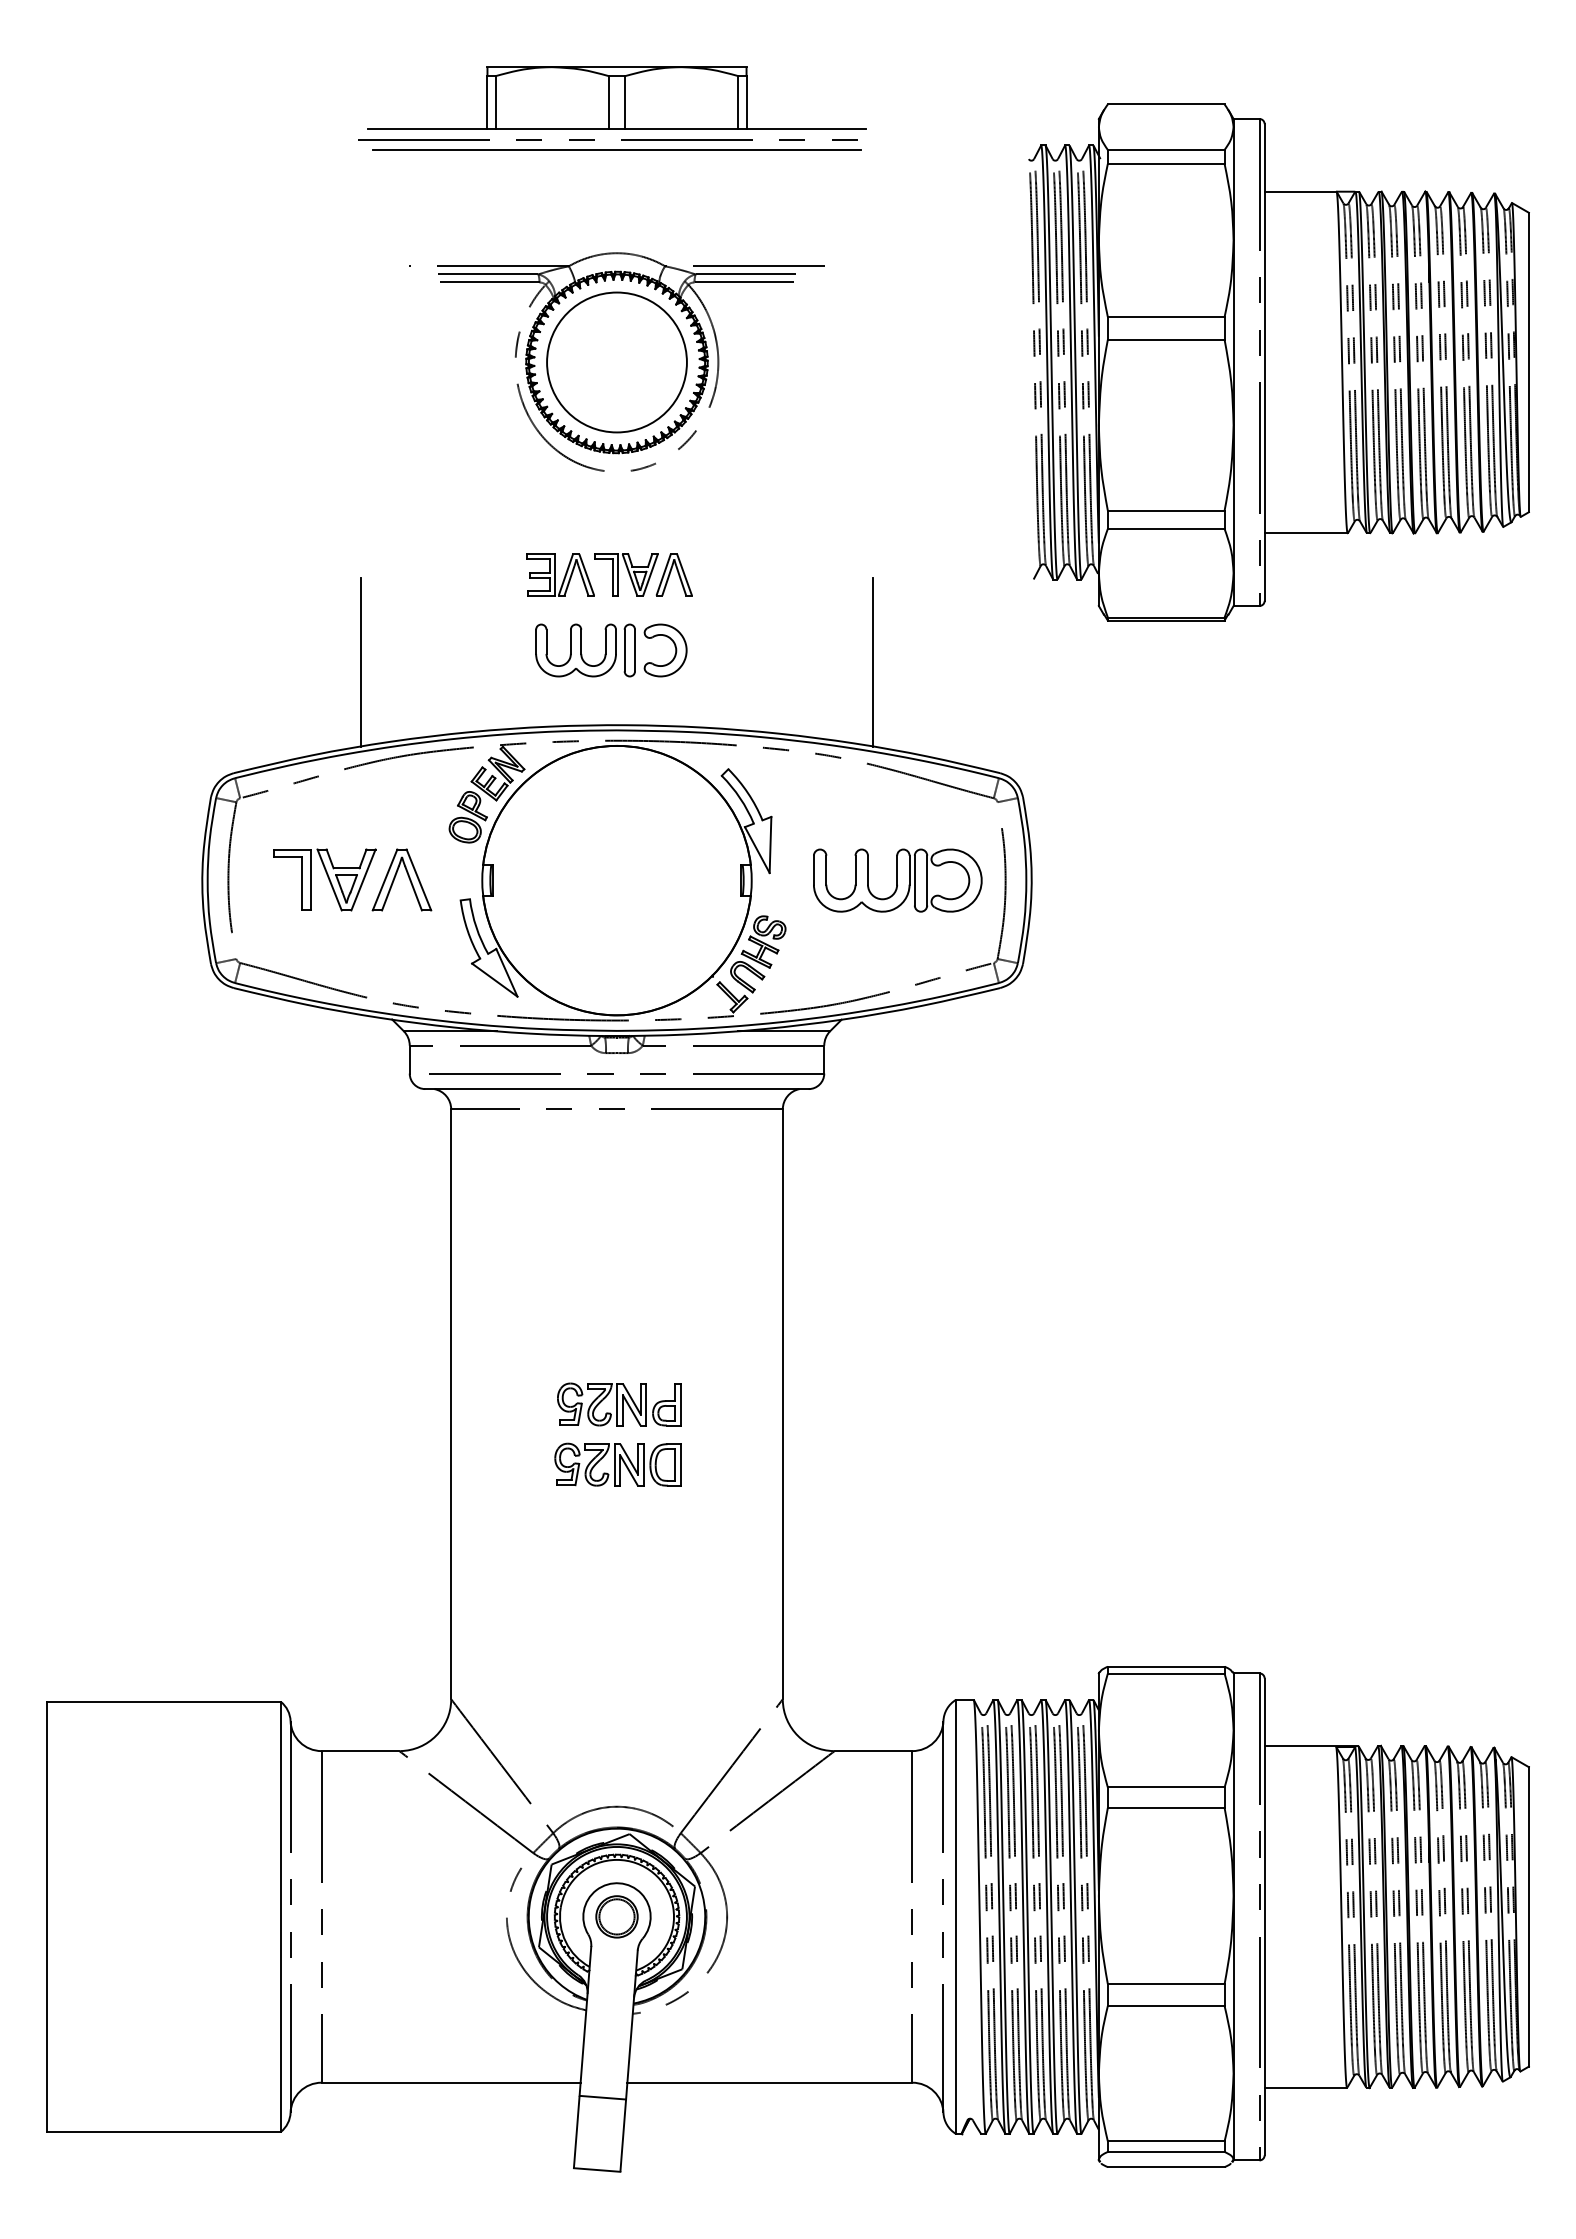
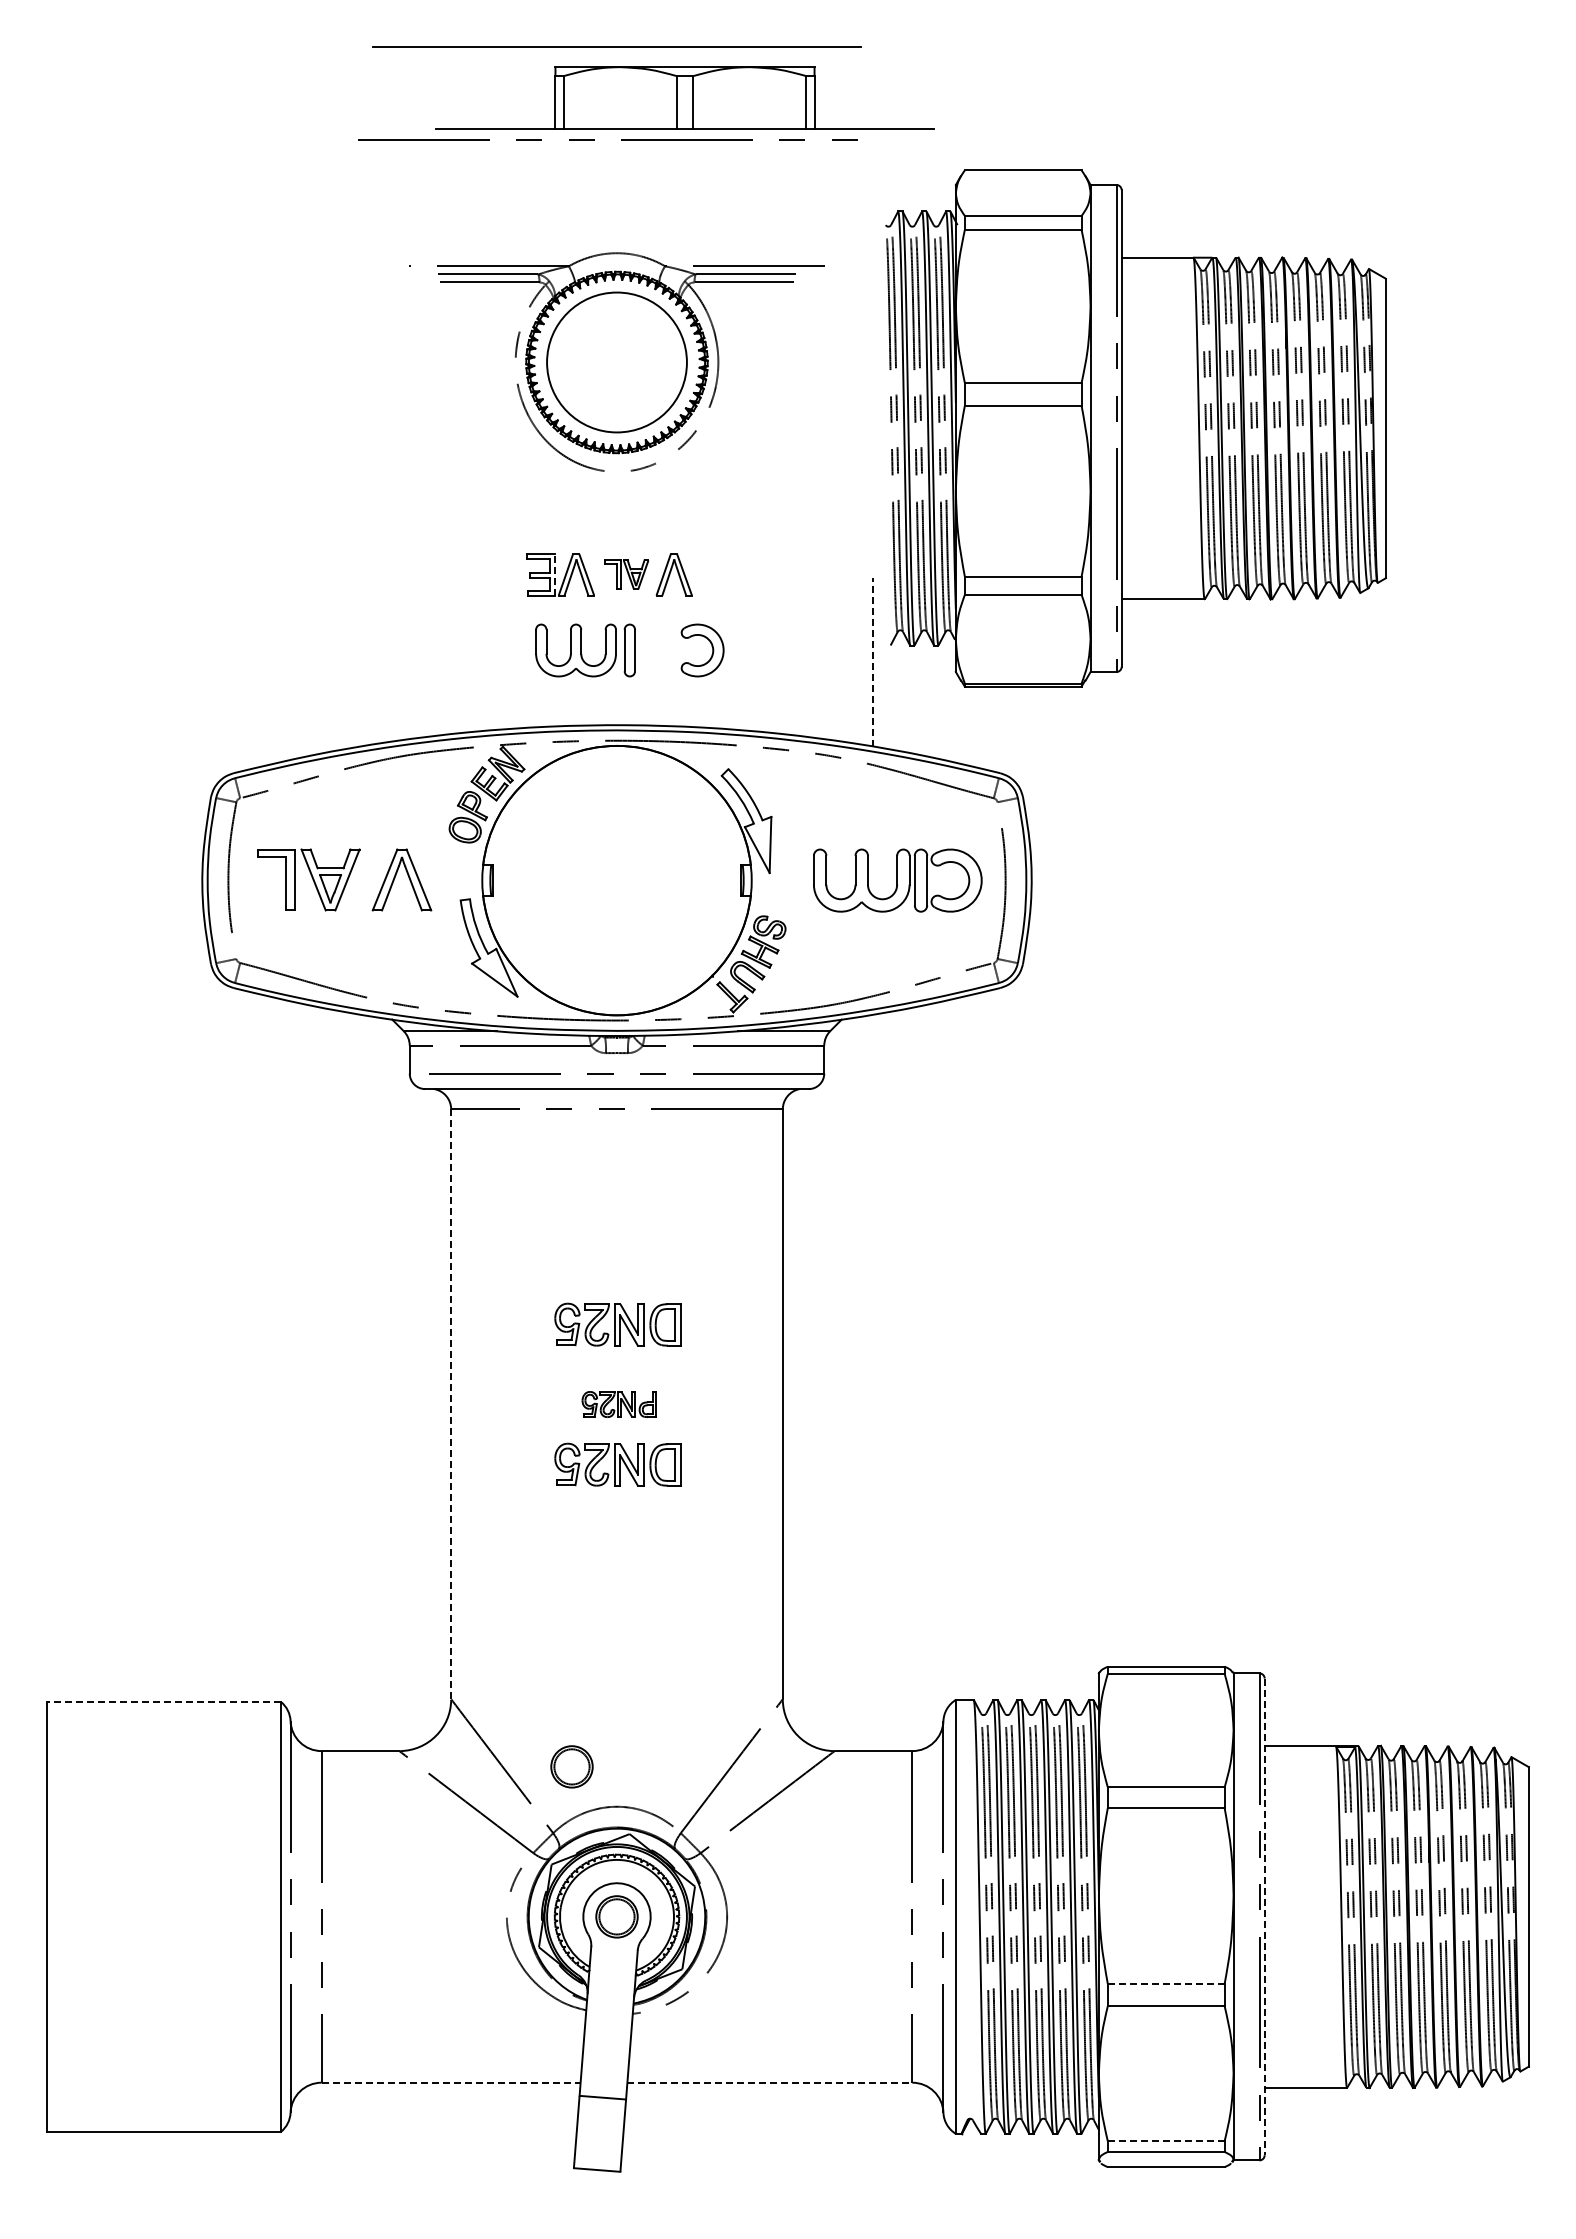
part at (616, 97) position: (616, 97) -> (684, 97)
line at (616, 149) position: (616, 149) -> (616, 46)
part at (1278, 362) position: (1278, 362) -> (1135, 428)
line at (554, 574): solid -> dashed
part at (626, 574) size: 65x44 px -> 45x31 px
part at (674, 646) position: (674, 646) -> (711, 646)
line at (873, 661): solid -> dashed
line at (360, 662): present -> none
part at (324, 879) position: (324, 879) -> (308, 879)
part at (617, 1324): none -> present
line at (451, 1404): solid -> dashed
part at (619, 1404) size: 125x45 px -> 76x27 px
line at (163, 1701): solid -> dashed
part at (571, 1766): none -> present
line at (1264, 1917): solid -> dashed
line at (1165, 1984): solid -> dashed
line at (451, 2082): solid -> dashed
line at (770, 2082): solid -> dashed
line at (1165, 2141): solid -> dashed
